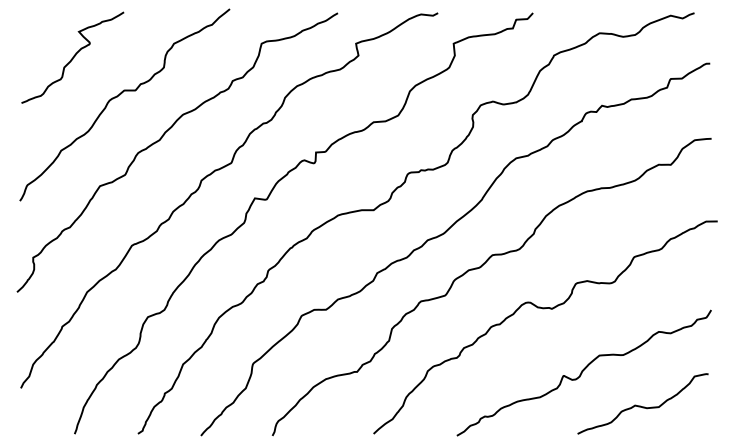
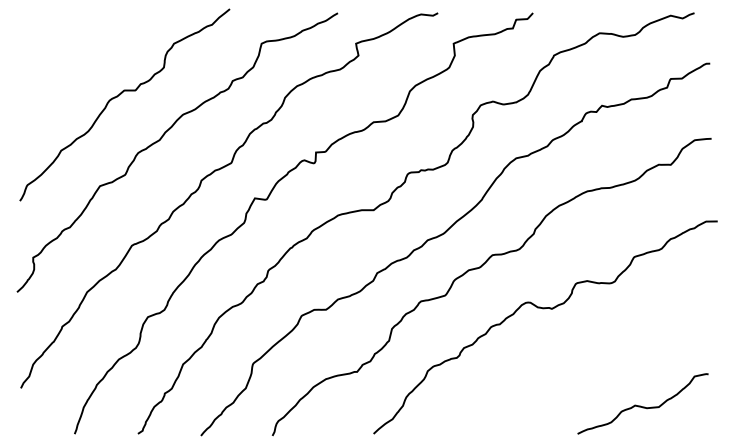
curve at (72, 57): present -> none
curve at (583, 371): present -> none
